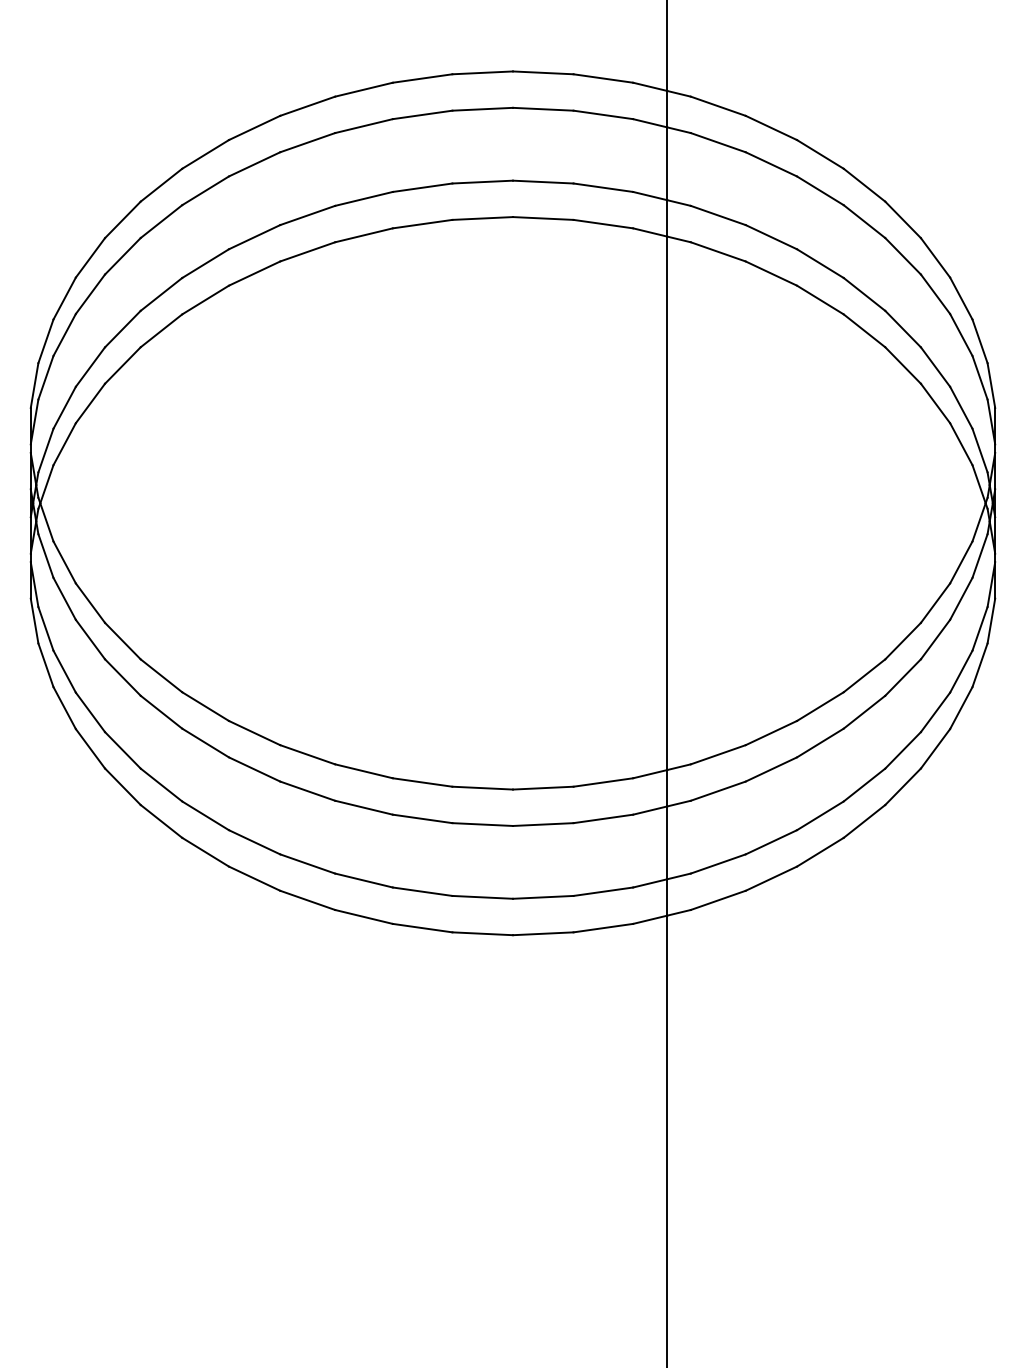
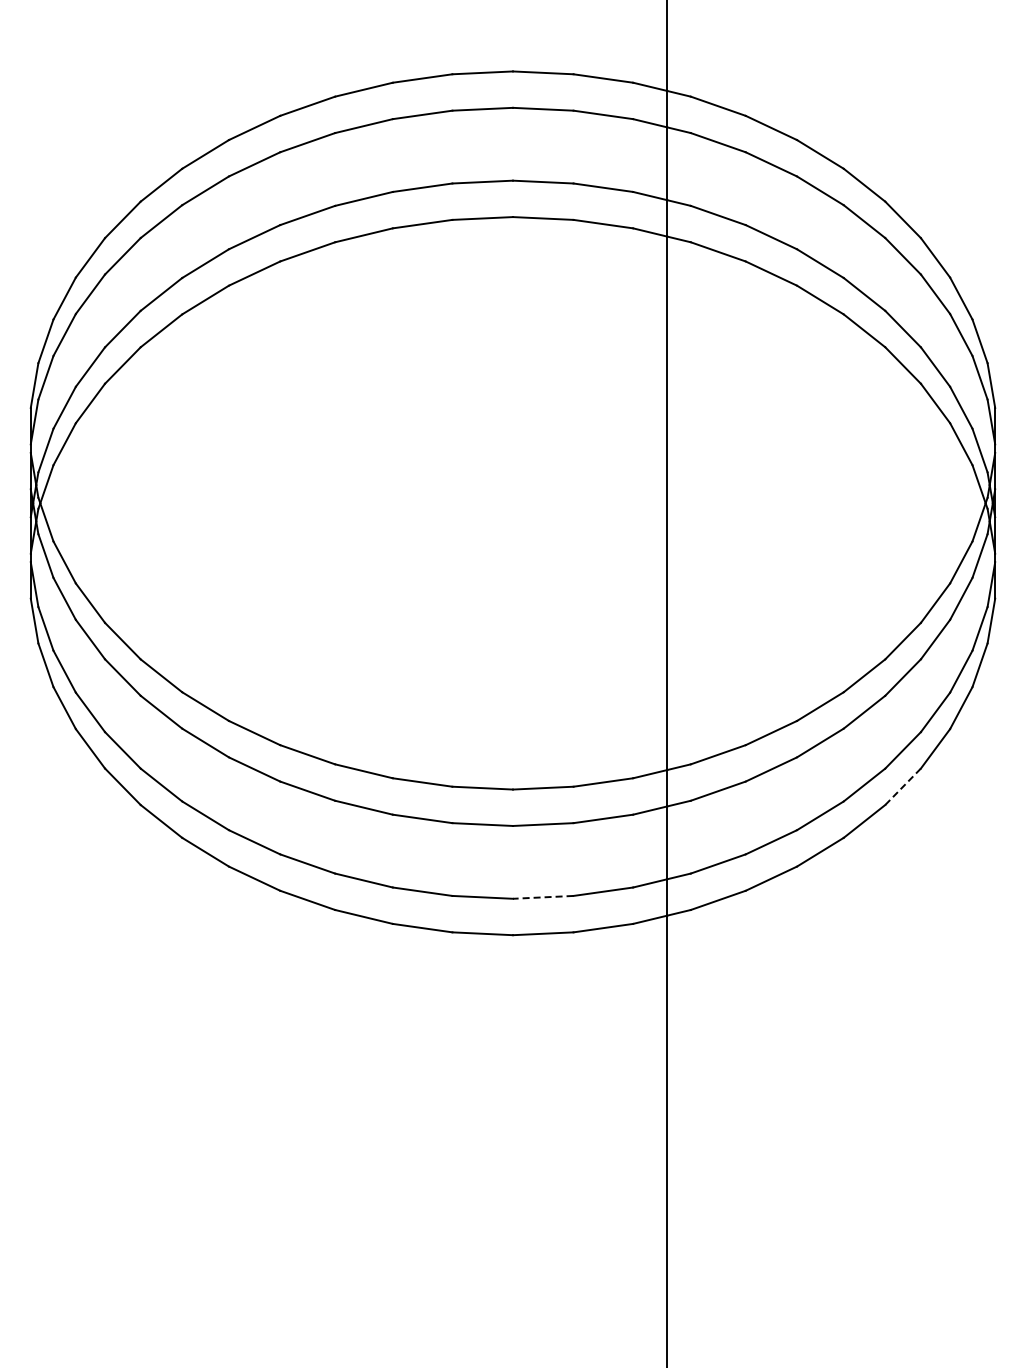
line at (903, 786): solid -> dashed
line at (542, 897): solid -> dashed
